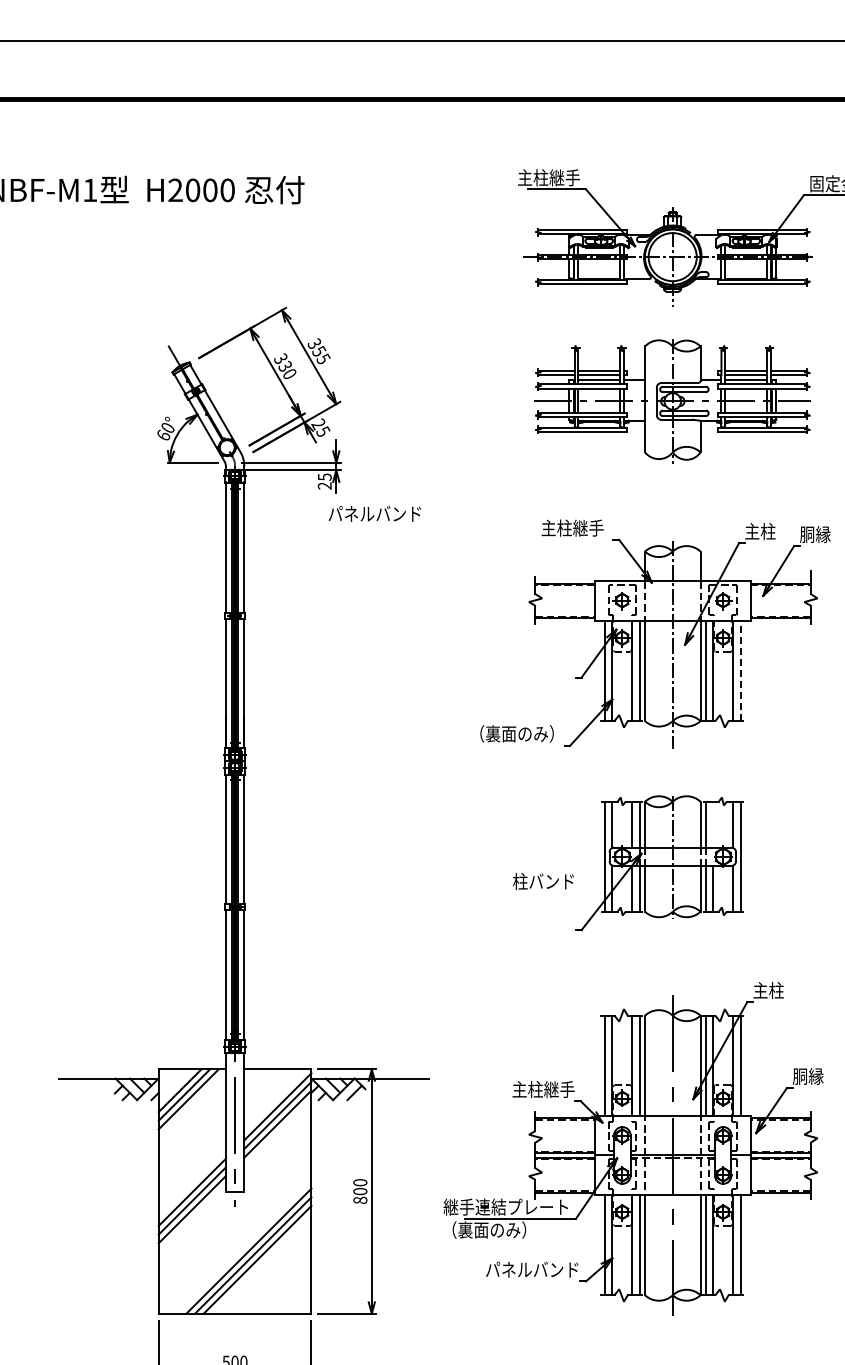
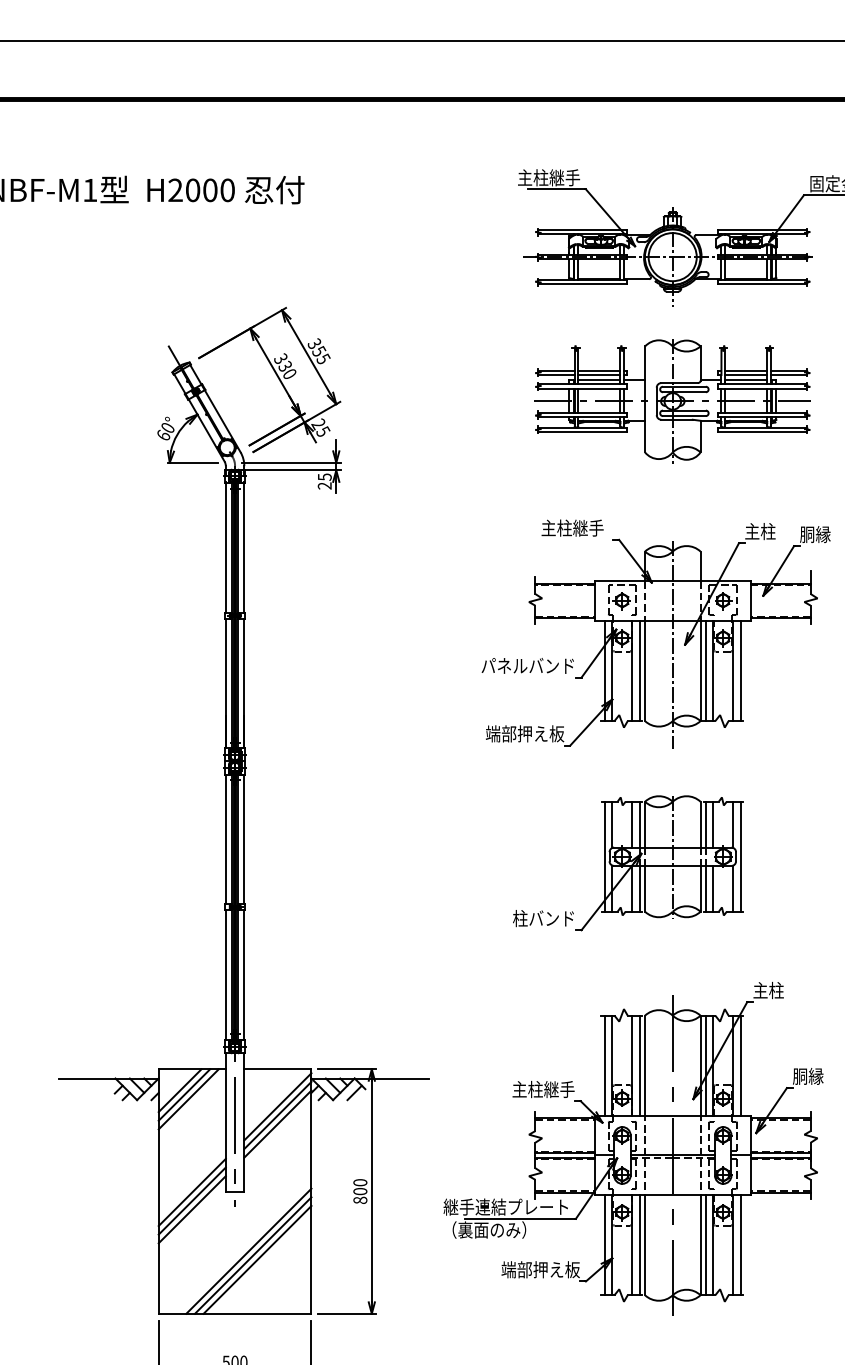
text at (374, 513) position: (374, 513) -> (527, 665)
line at (740, 670): dashed -> solid
text at (522, 733): （裏面のみ） -> 端部押え板
line at (713, 824): none -> present
text at (543, 881) position: (543, 881) -> (543, 918)
text at (532, 1269): パネルバンド -> 端部押え板
